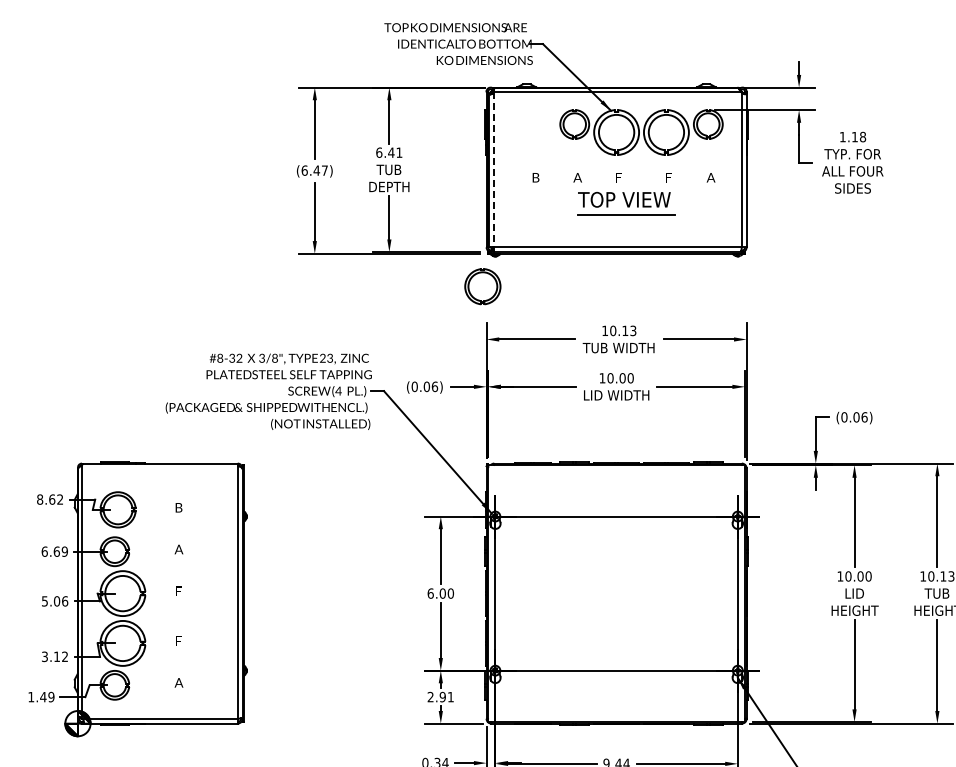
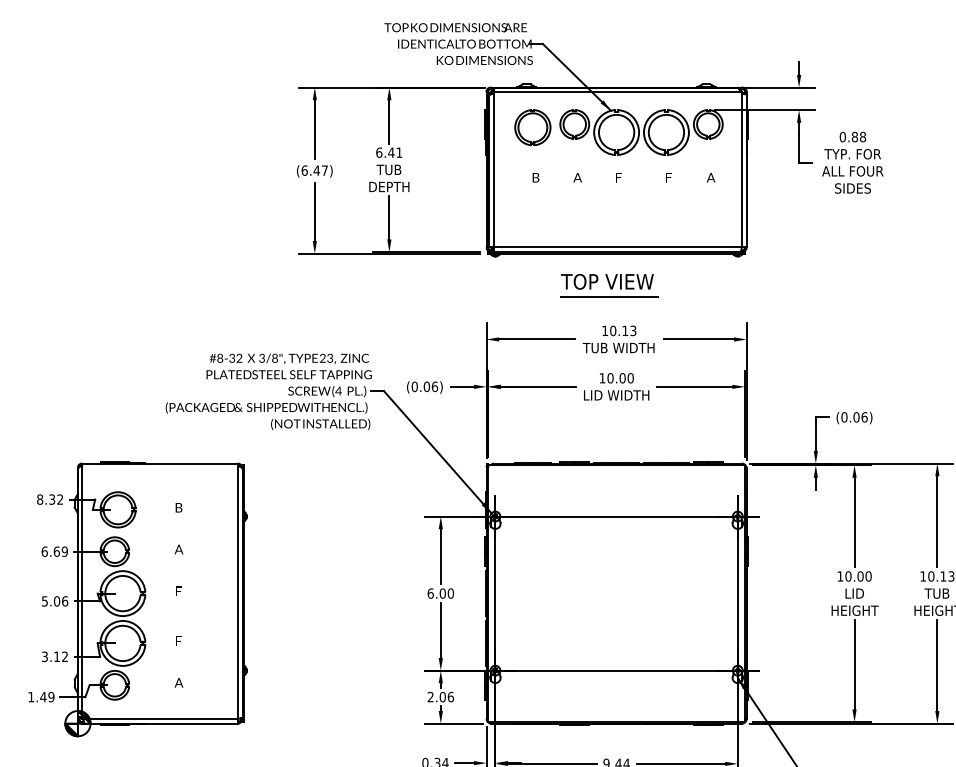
text at (848, 136): 1.18 -> 0.88
line at (494, 169): dashed -> solid
part at (626, 203) position: (626, 203) -> (609, 285)
part at (482, 286) position: (482, 286) -> (532, 127)
text at (52, 499): 8.62 -> 8.32
text at (446, 696): 2.91 -> 2.06
